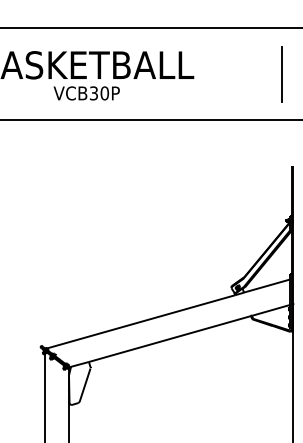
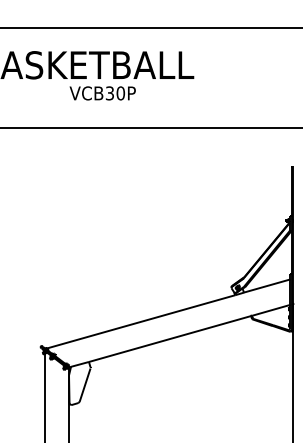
line at (281, 74): present -> none
text at (86, 93) position: (86, 93) -> (102, 93)
line at (150, 120) position: (150, 120) -> (150, 128)
